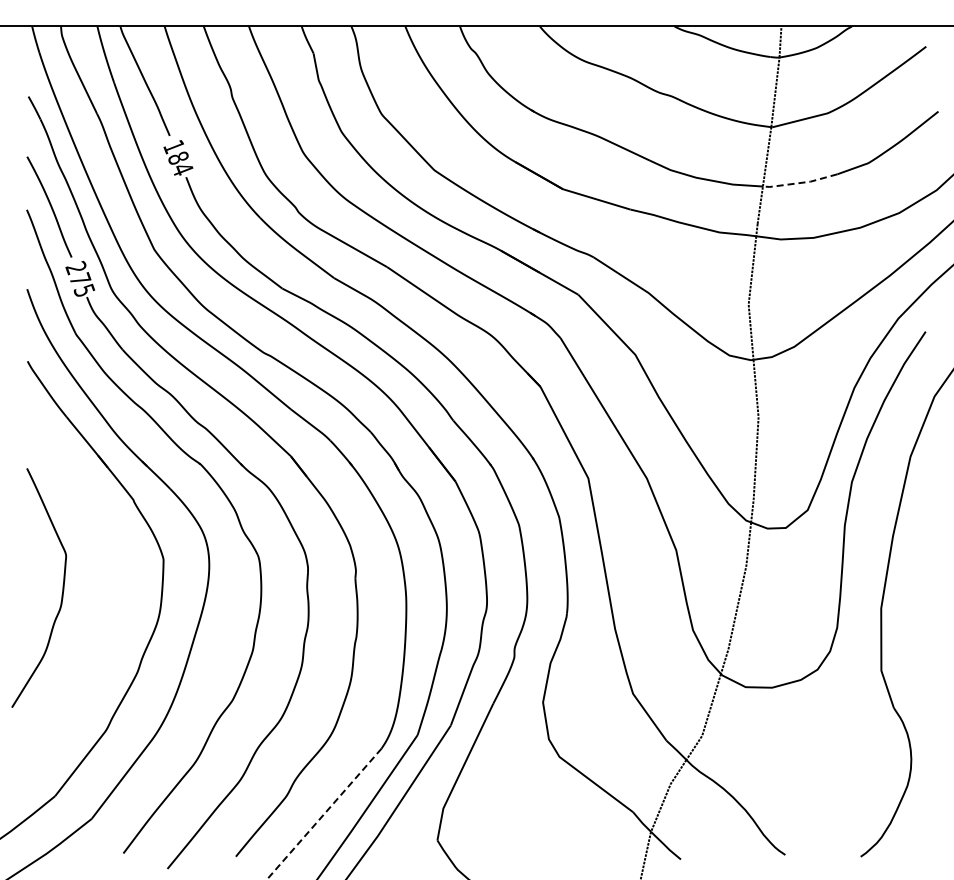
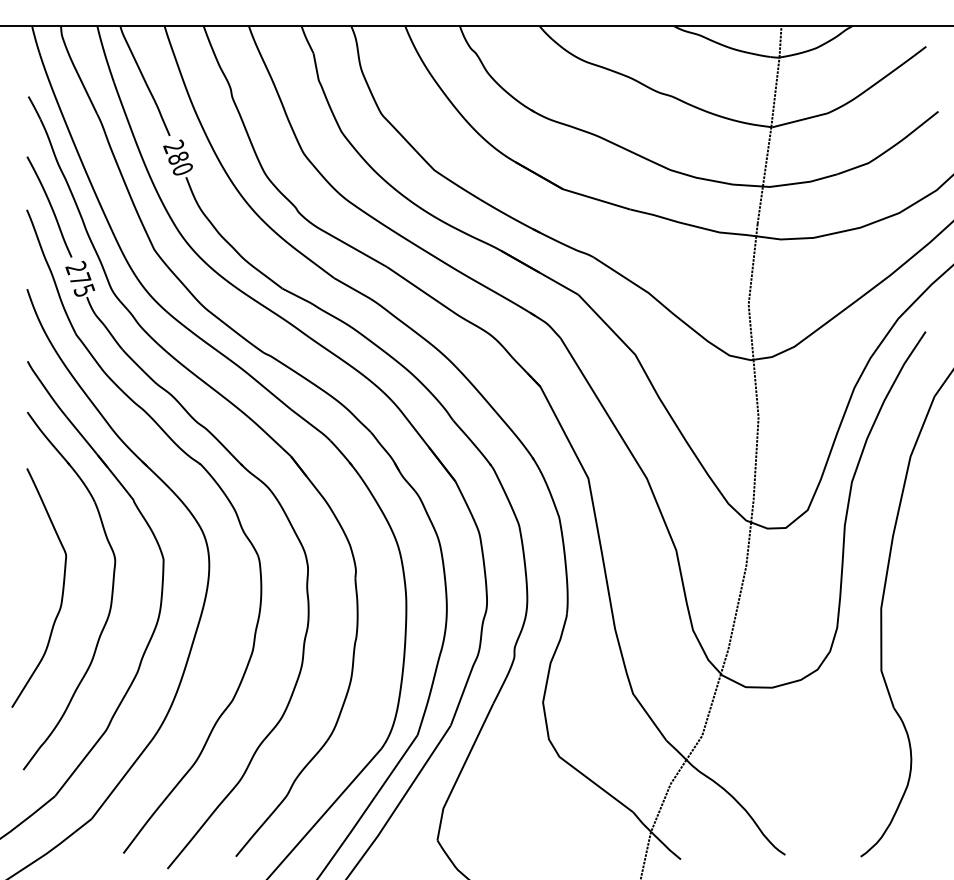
text at (178, 157): 184 -> 280
line at (799, 183): dashed -> solid
part at (110, 600): none -> present
line at (324, 814): dashed -> solid
